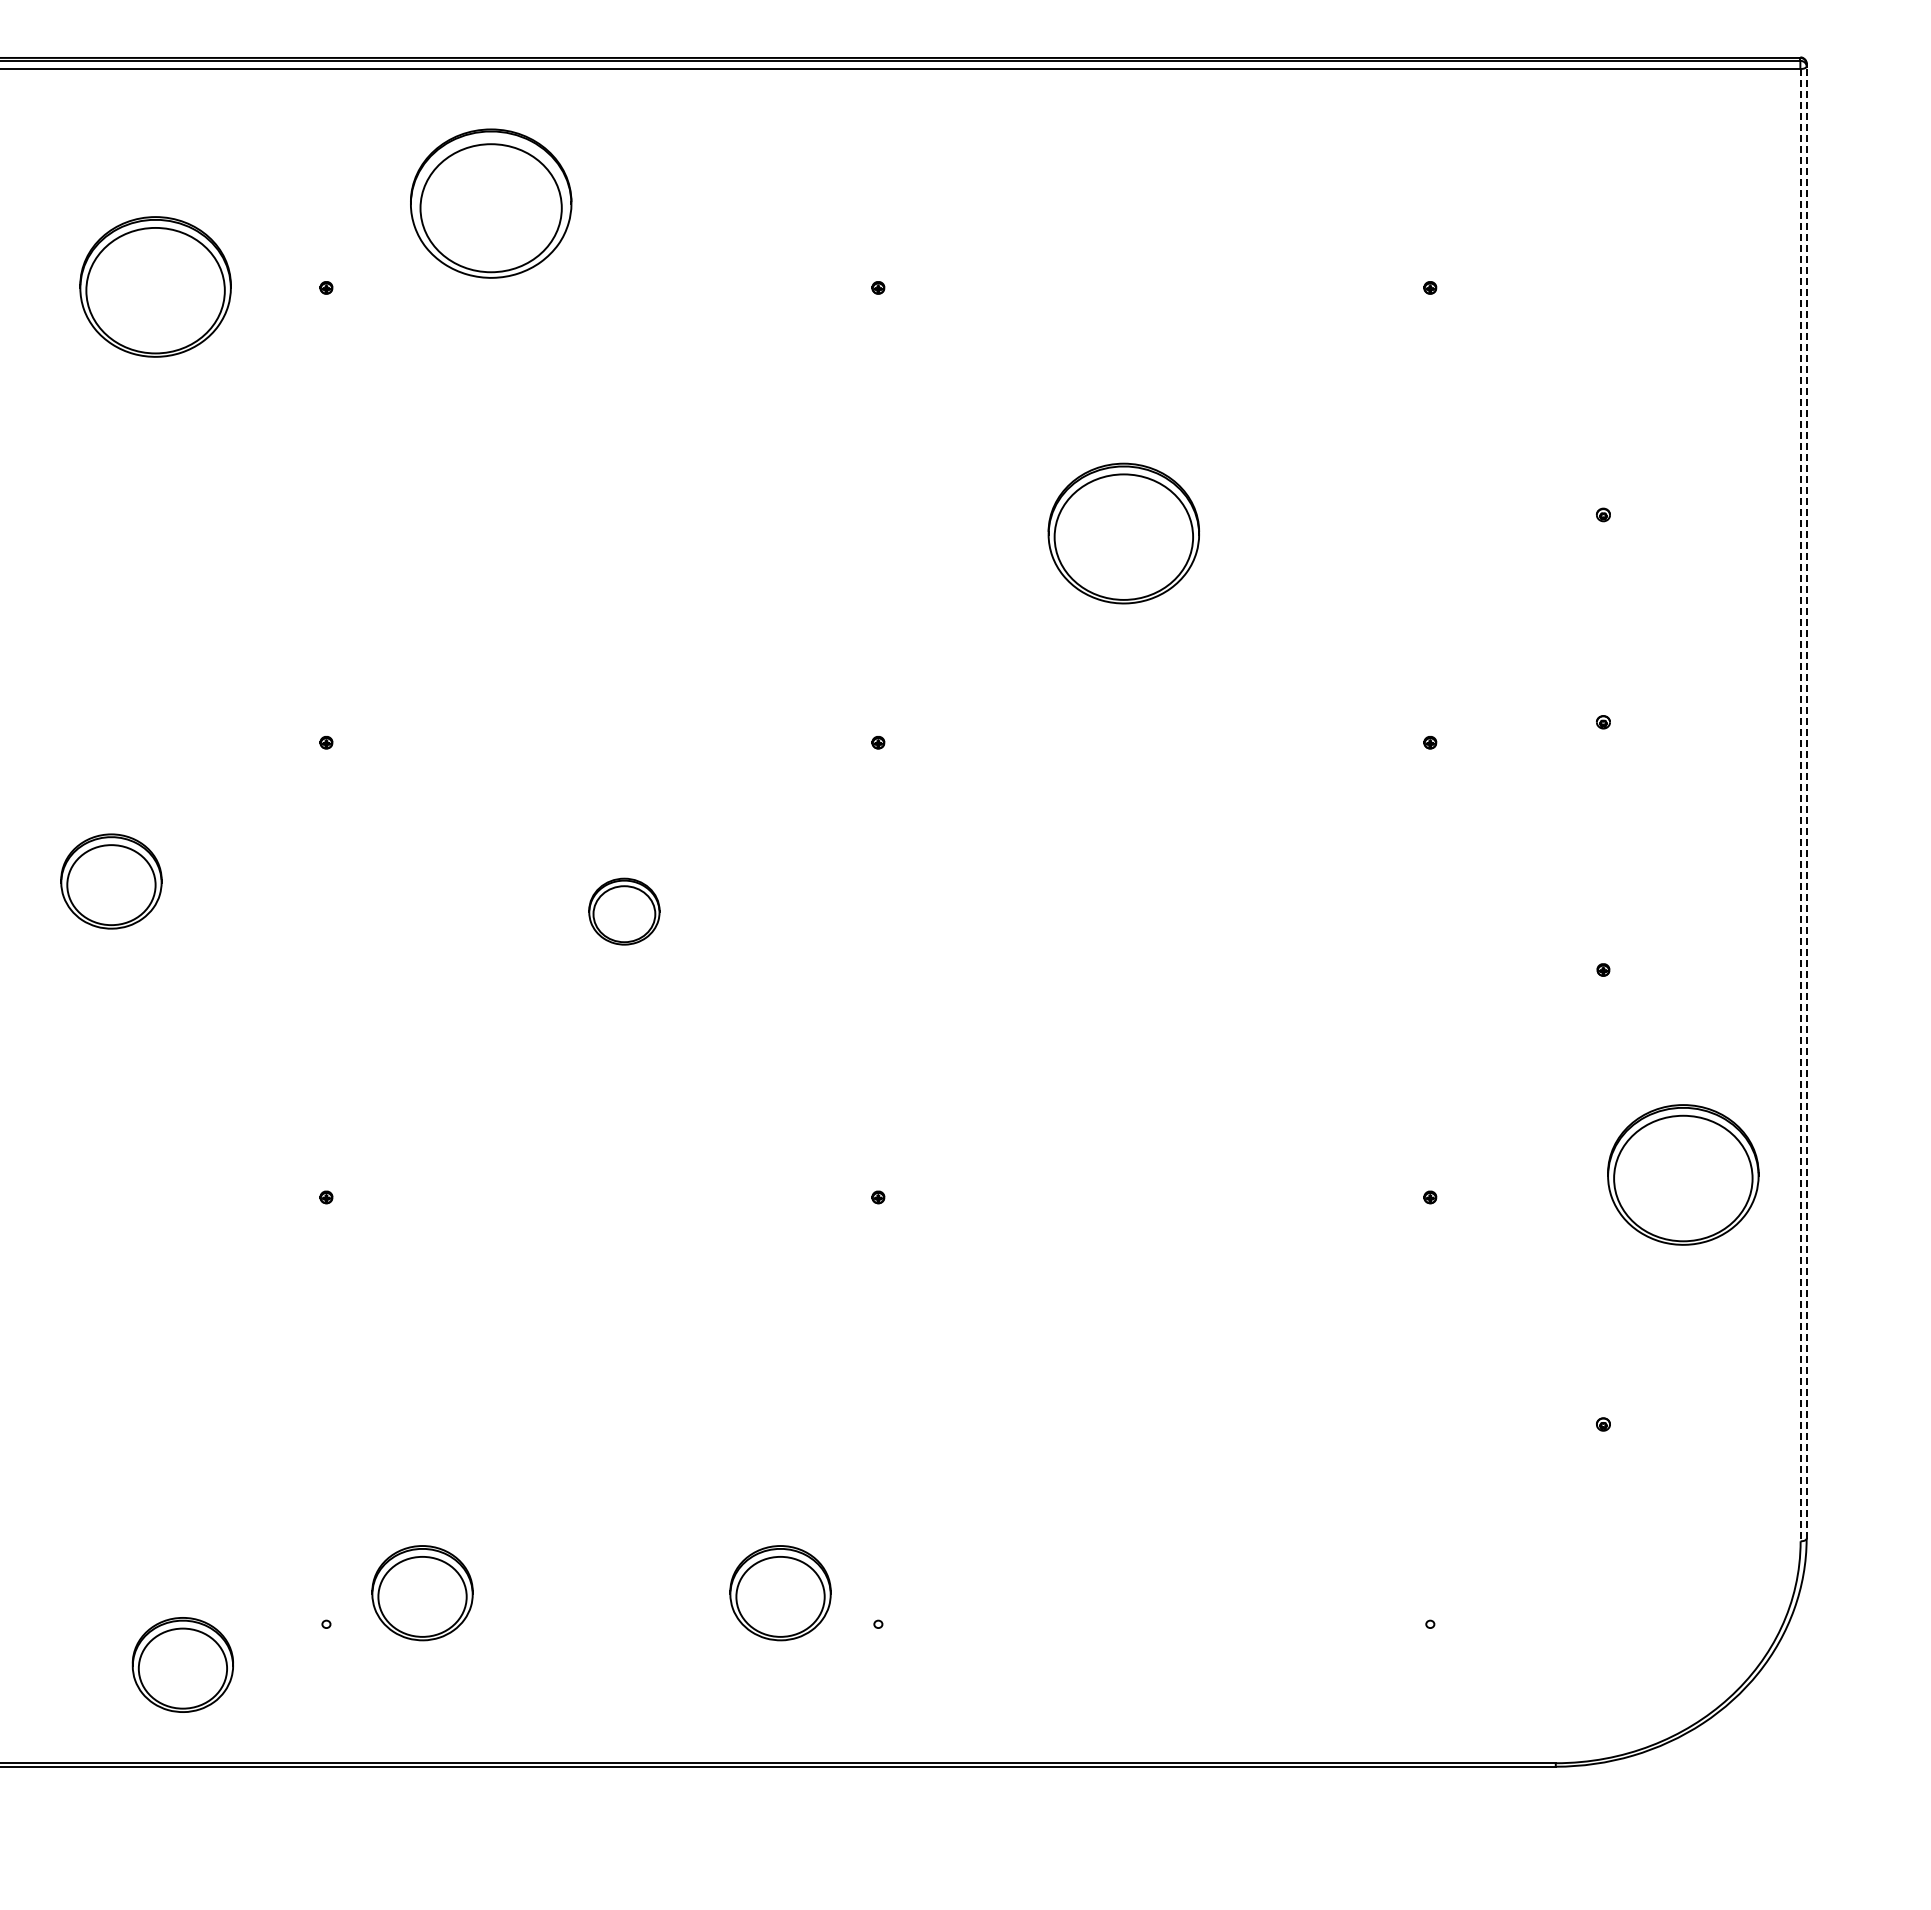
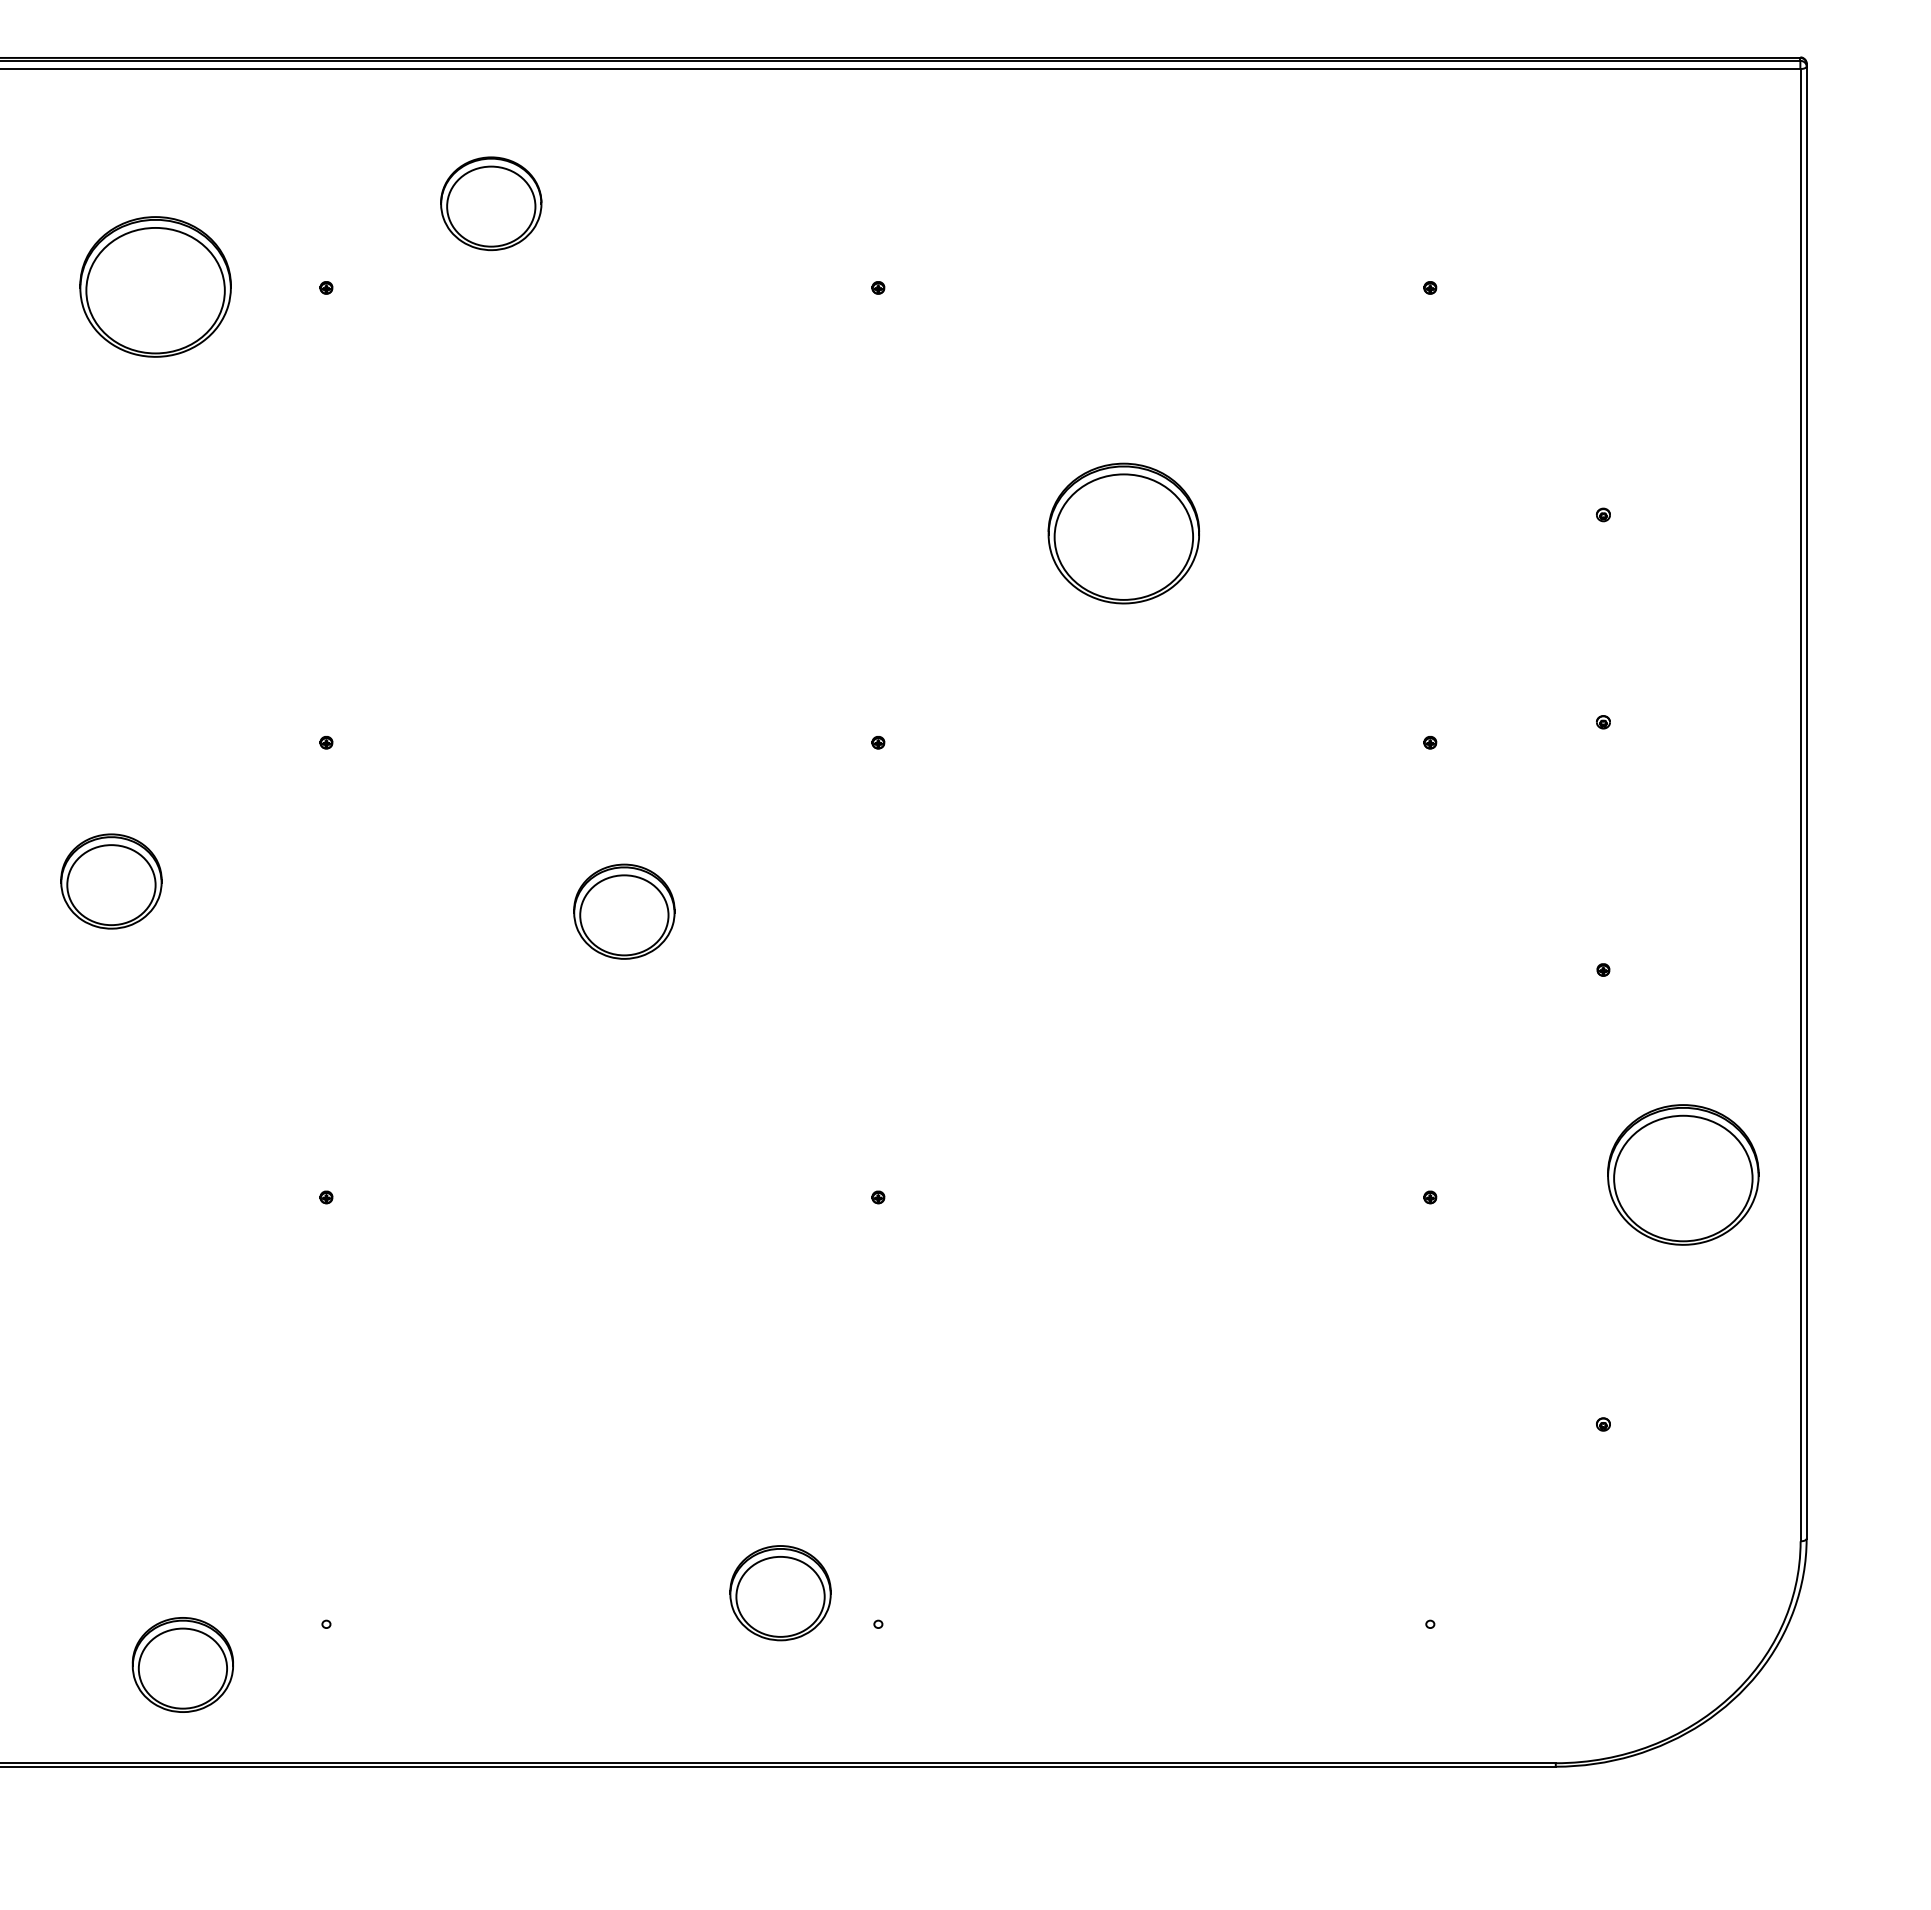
part at (491, 203) size: 163x151 px -> 103x96 px
line at (1806, 802): dashed -> solid
line at (1800, 805): dashed -> solid
part at (624, 911) size: 73x69 px -> 103x97 px
part at (422, 1593): present -> none
